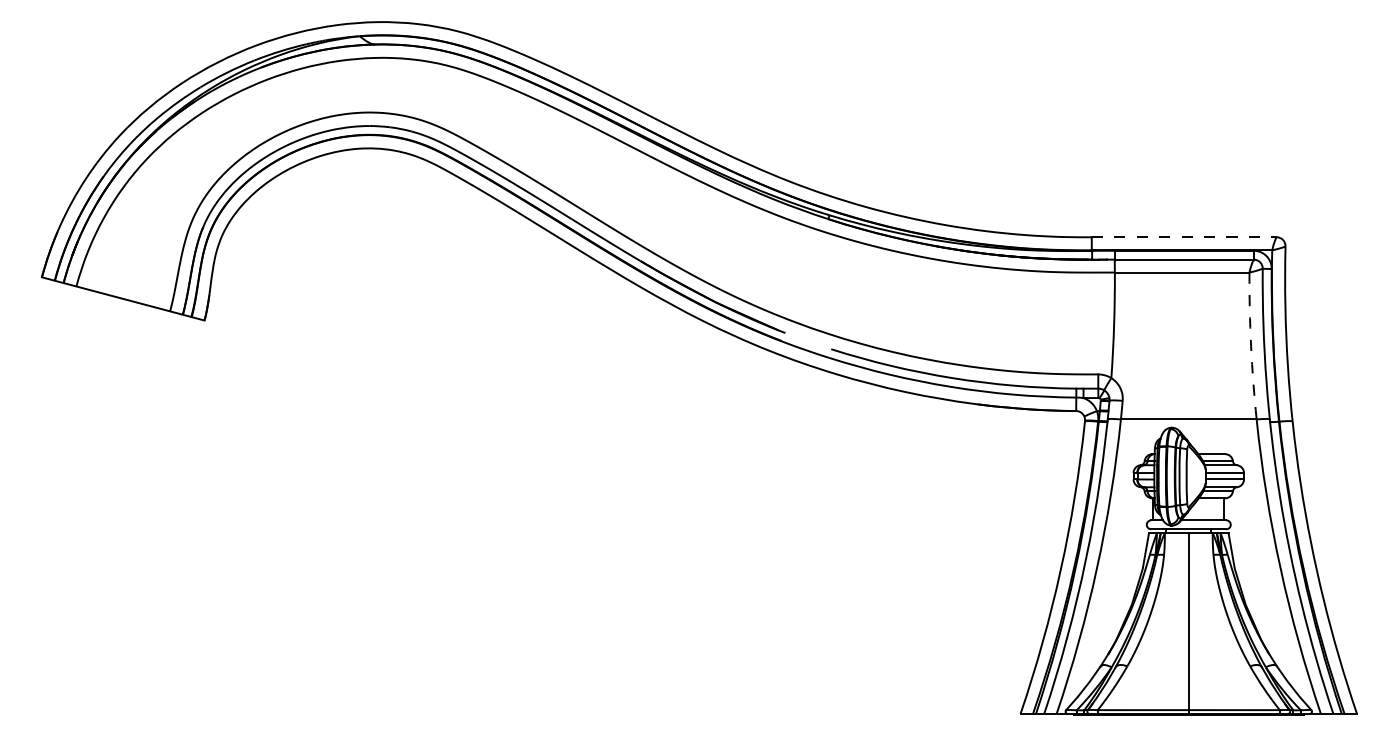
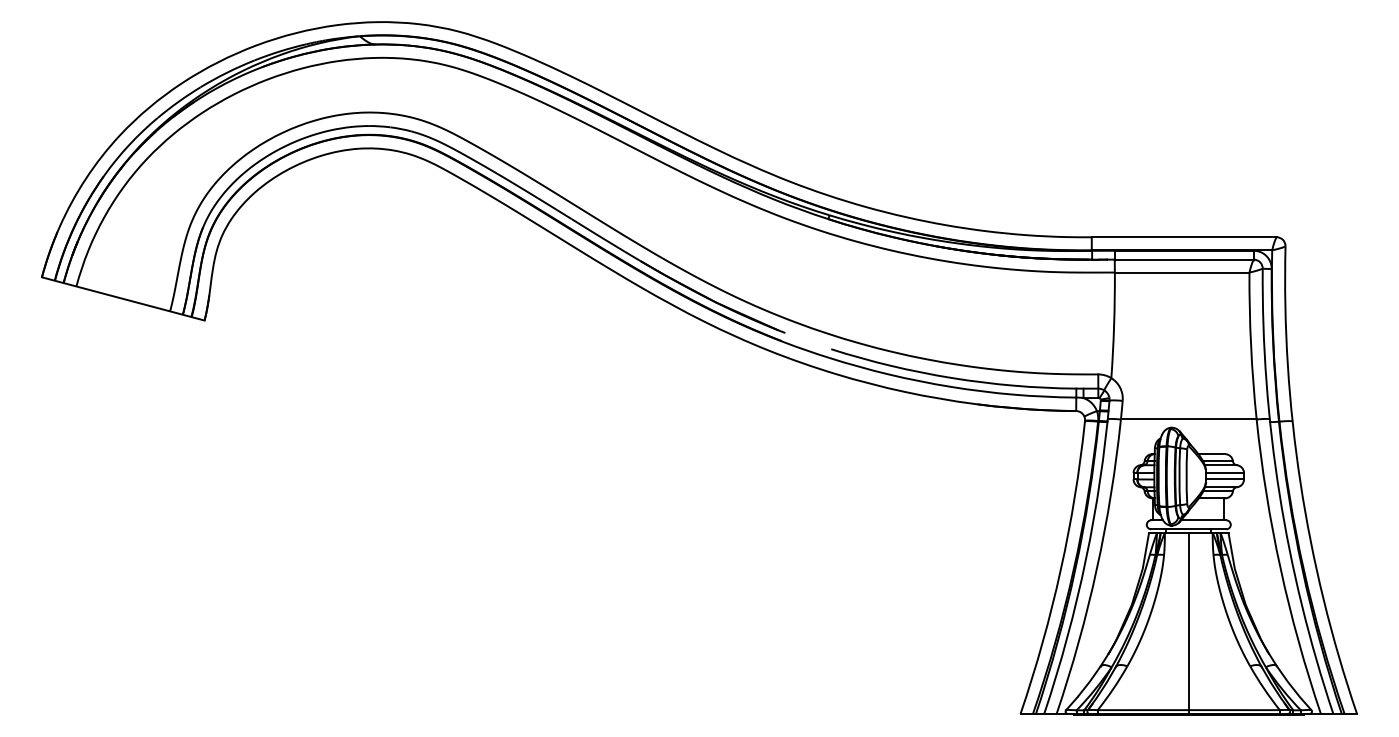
line at (1184, 237): dashed -> solid
arc at (1251, 346): dashed -> solid
